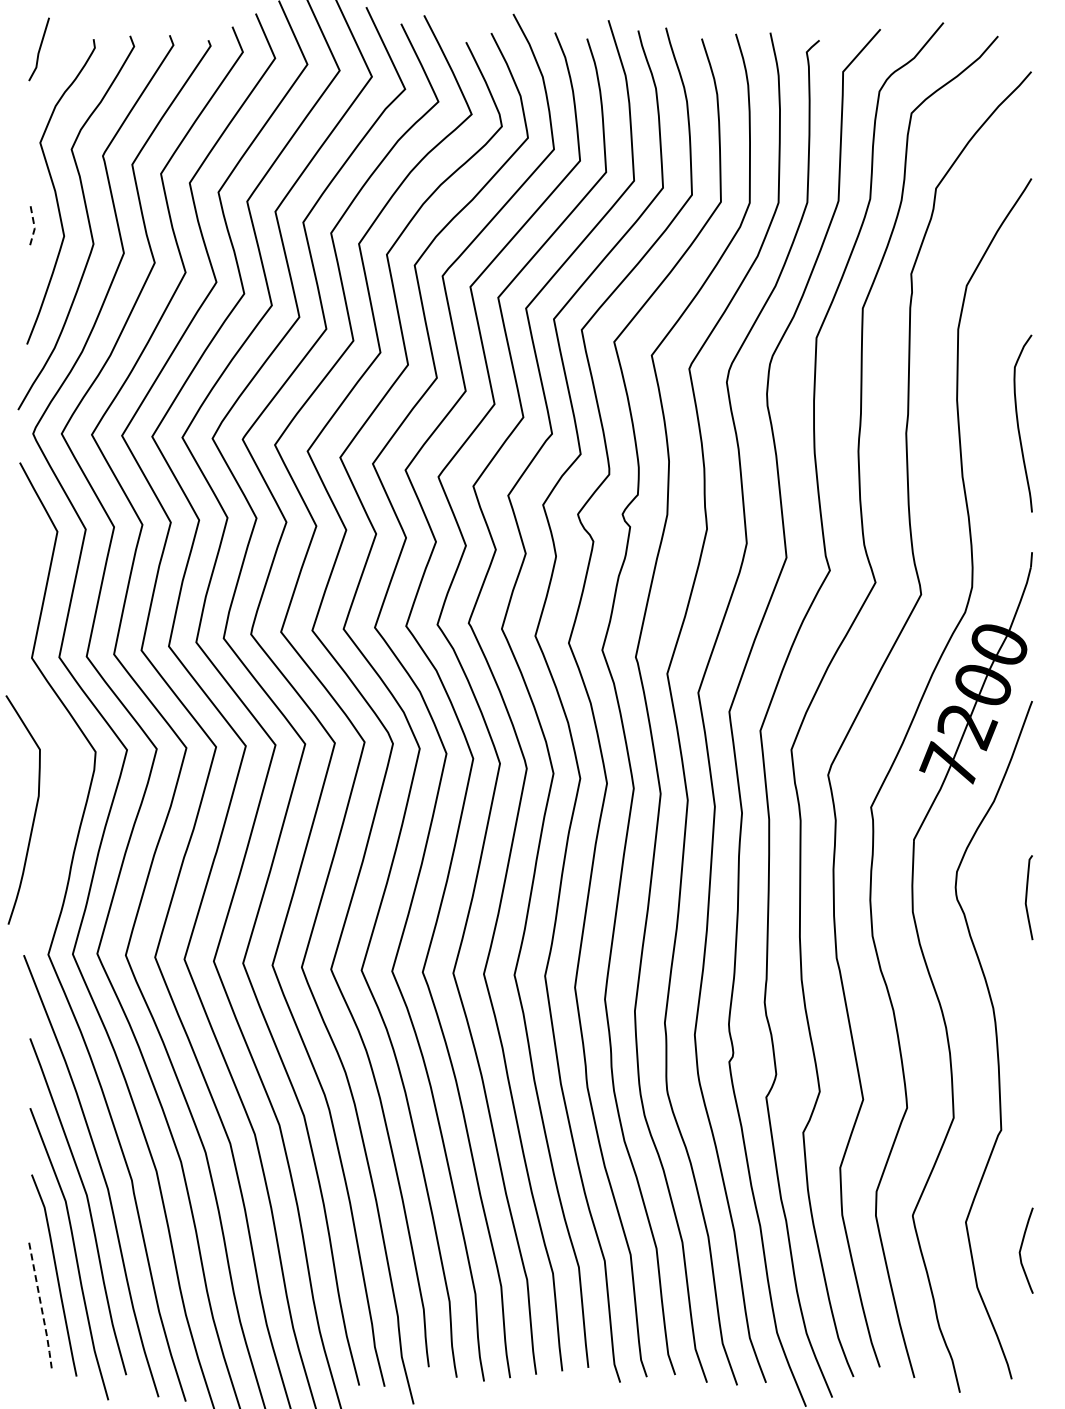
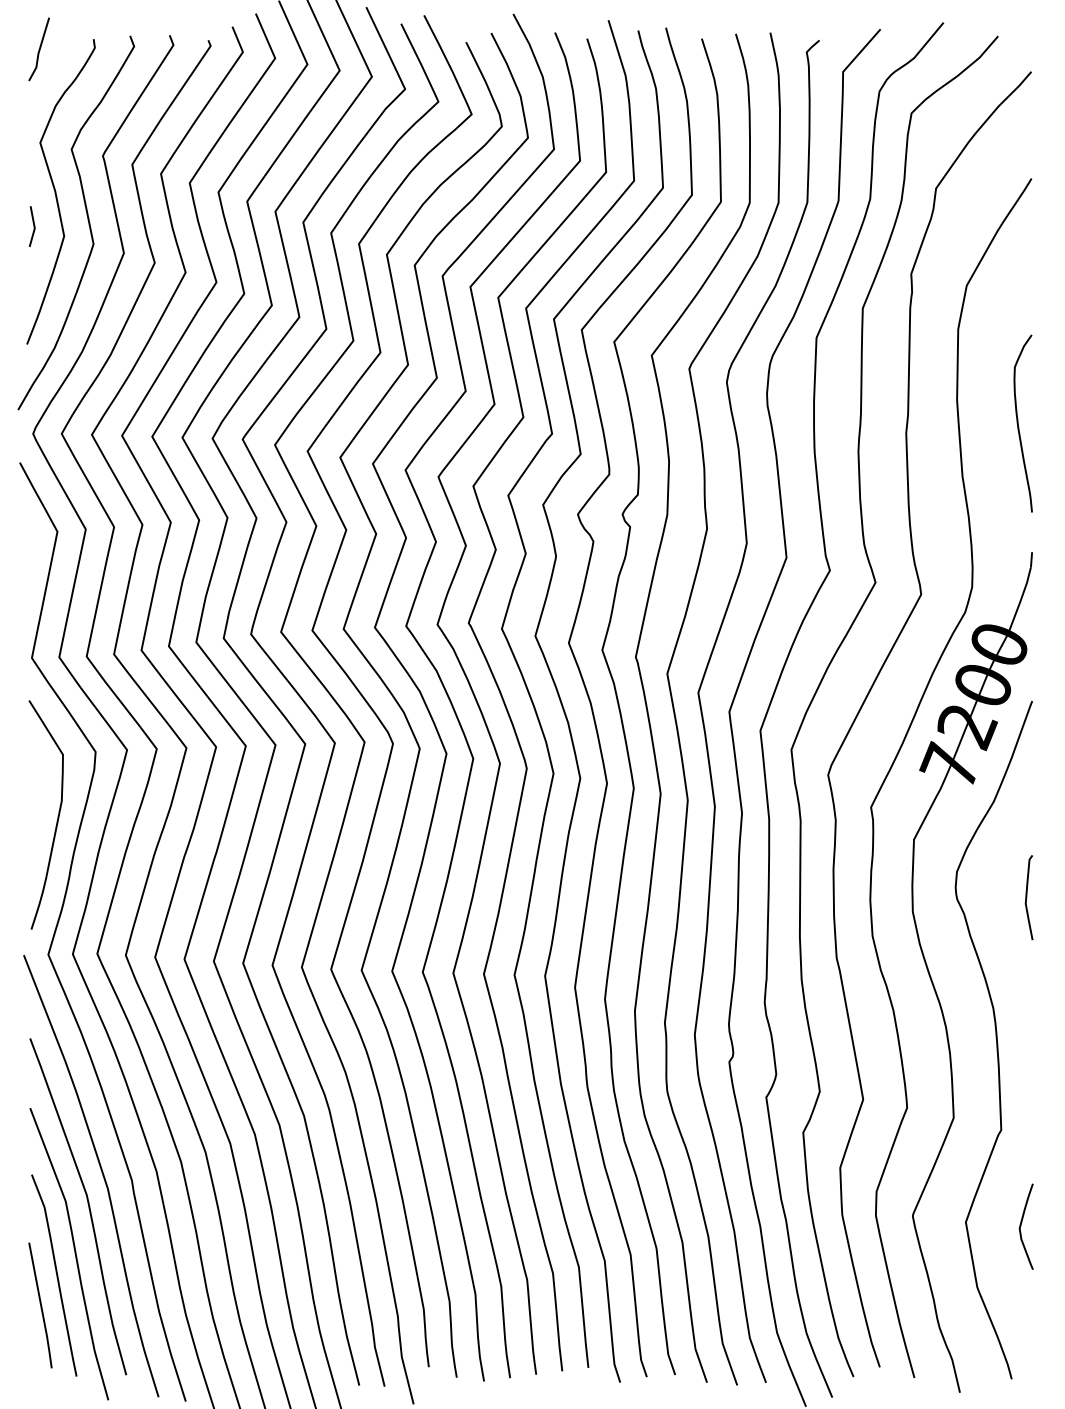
line at (34, 227): dashed -> solid
curve at (34, 811) position: (34, 811) -> (57, 816)
curve at (1021, 1250) position: (1021, 1250) -> (1021, 1226)
line at (41, 1306): dashed -> solid
